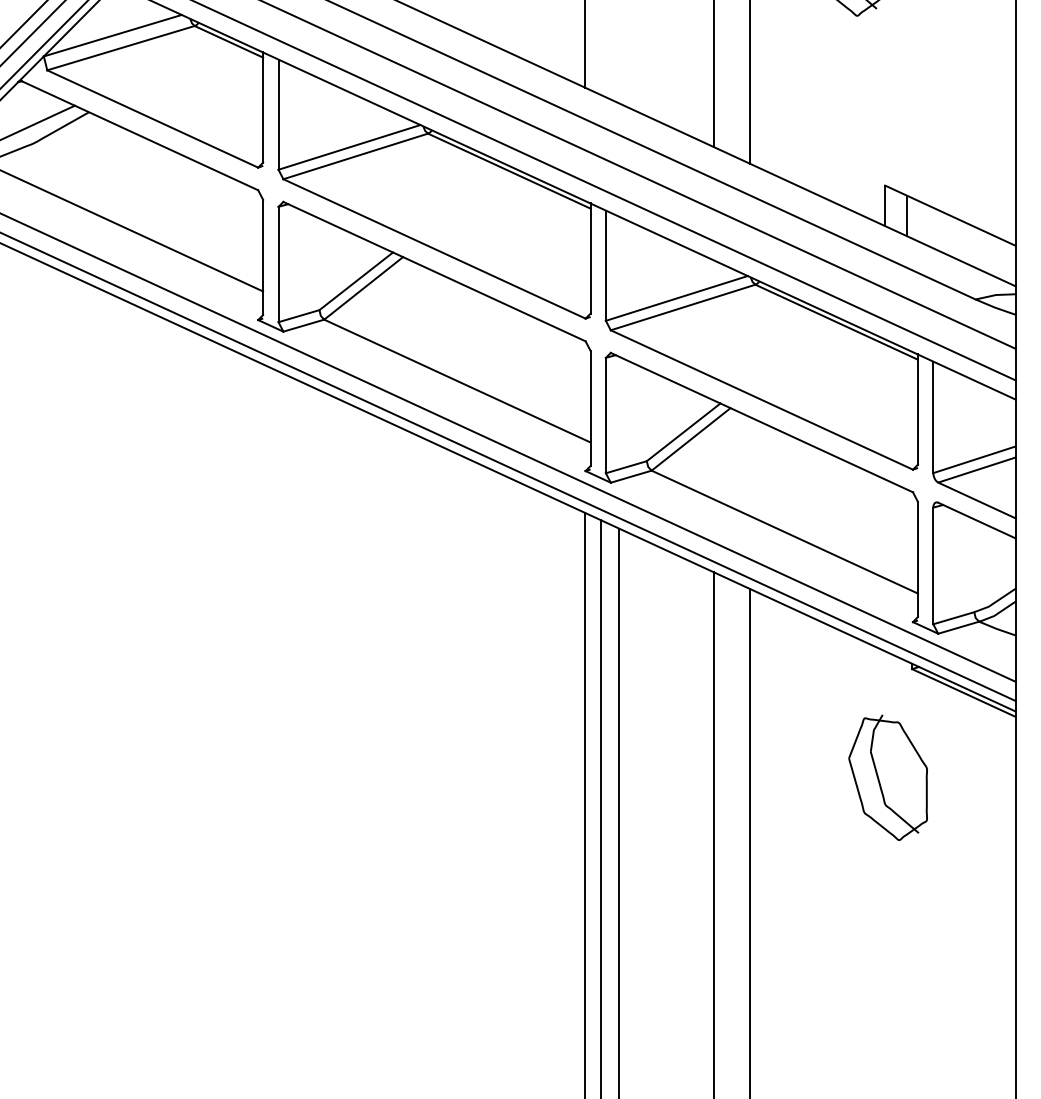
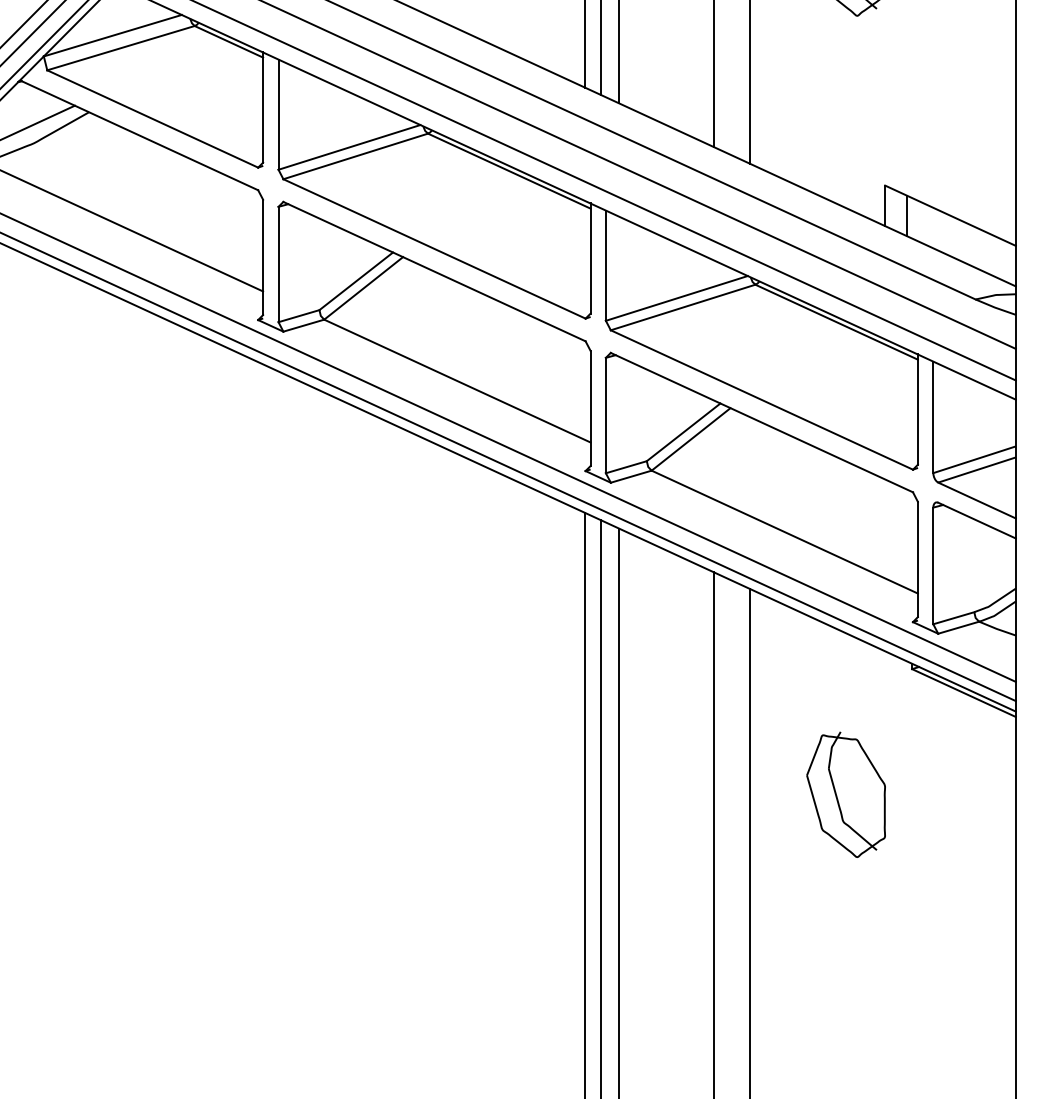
line at (601, 48): none -> present
line at (618, 52): none -> present
part at (887, 777) position: (887, 777) -> (845, 794)
